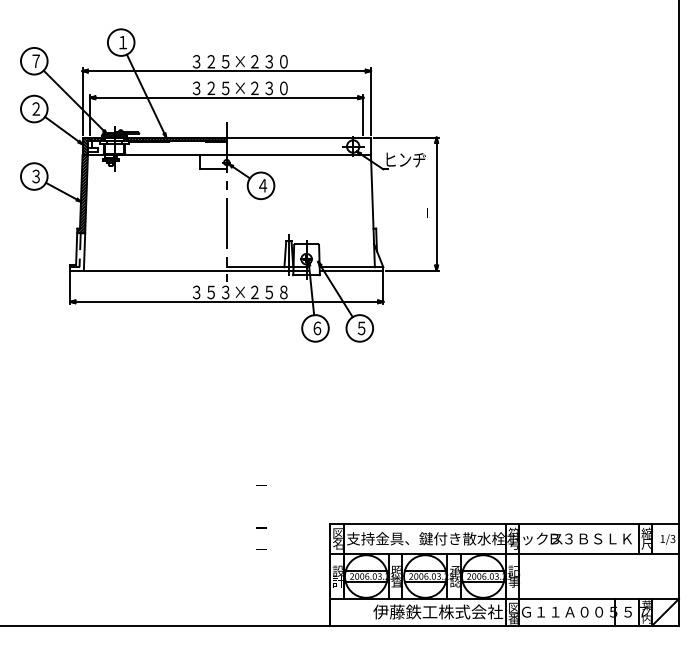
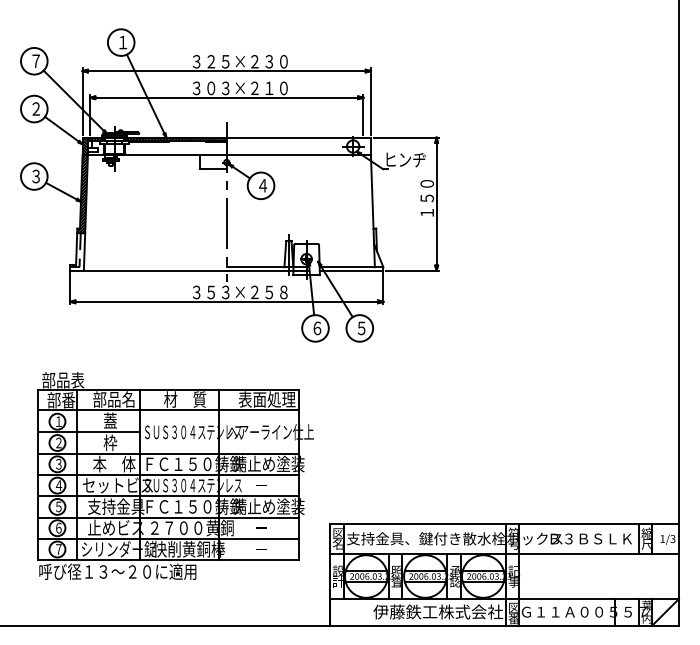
text at (240, 88): ３２５×２３０ -> ３０３×２１０
text at (427, 198): － -> １５０
part at (175, 475): none -> present
